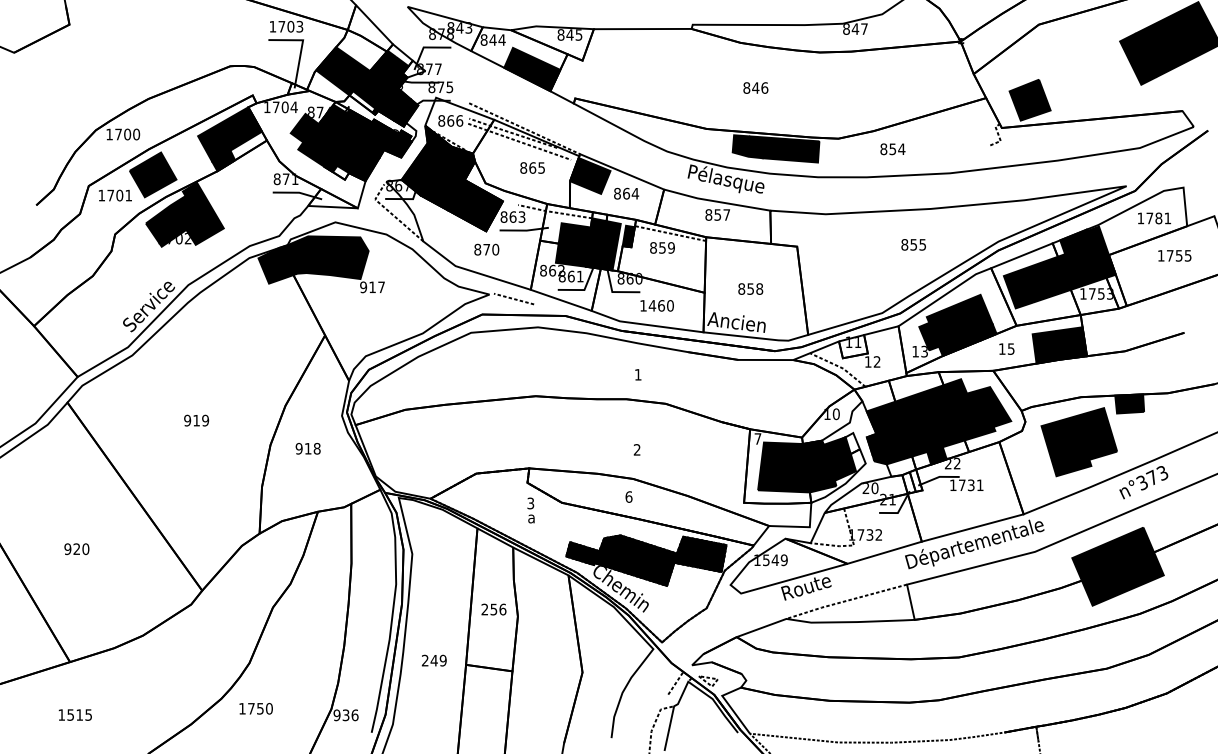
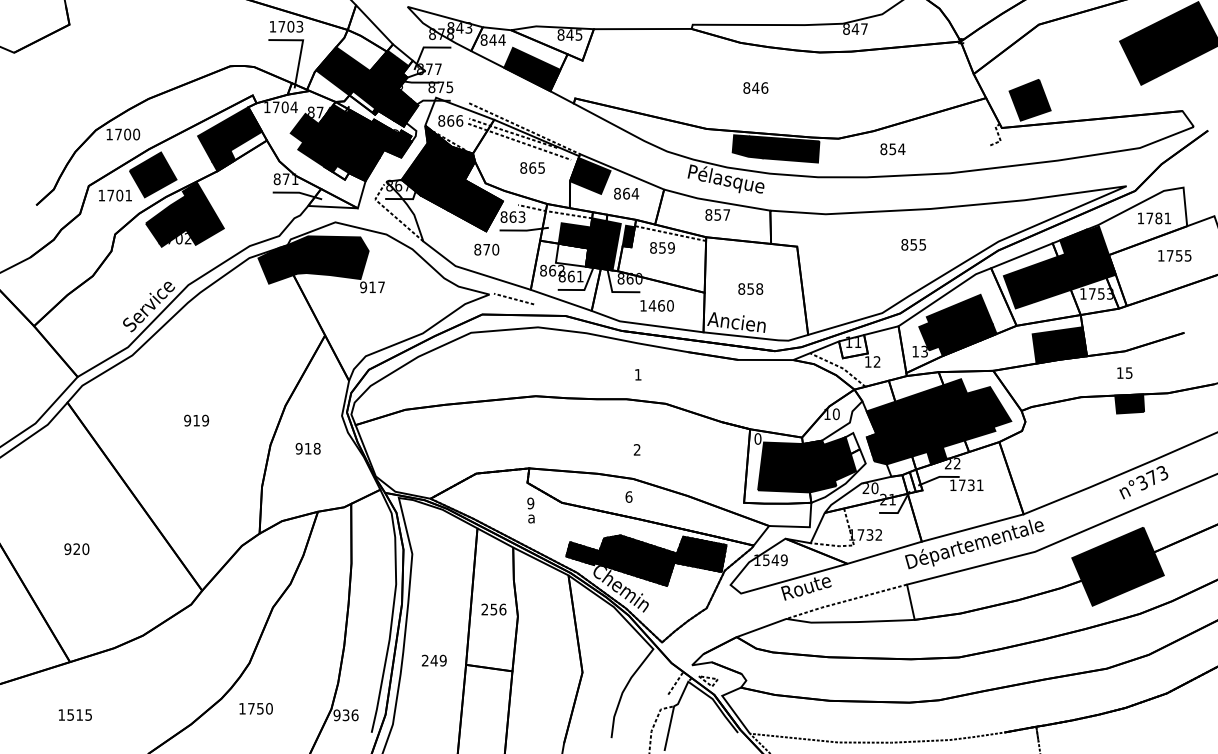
fill at (571, 254): present -> none
text at (1006, 348) position: (1006, 348) -> (1124, 372)
text at (757, 438): 7 -> 0
part at (1078, 442): present -> none
text at (530, 503): 3 -> 9
